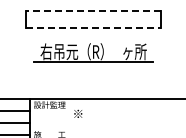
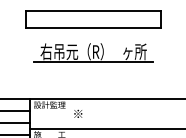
line at (93, 11): dashed -> solid
line at (93, 28): dashed -> solid
line at (106, 128): none -> present
